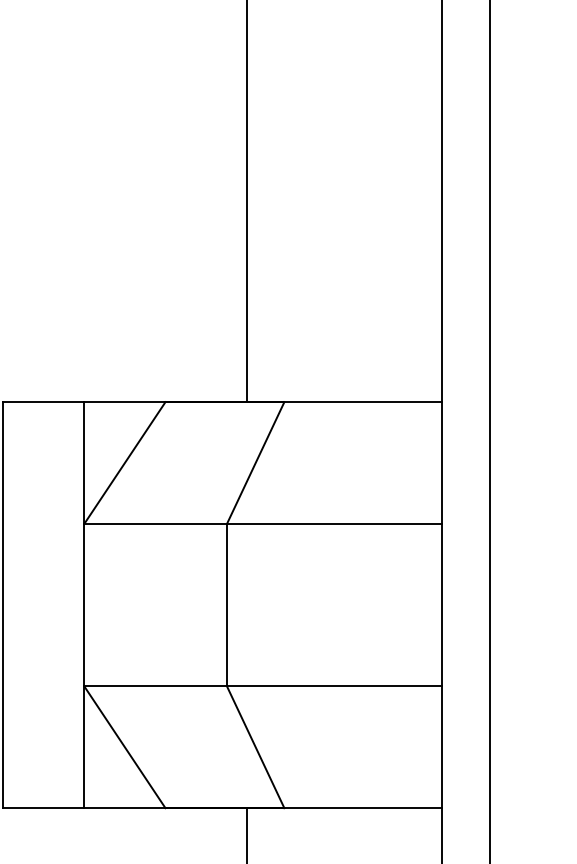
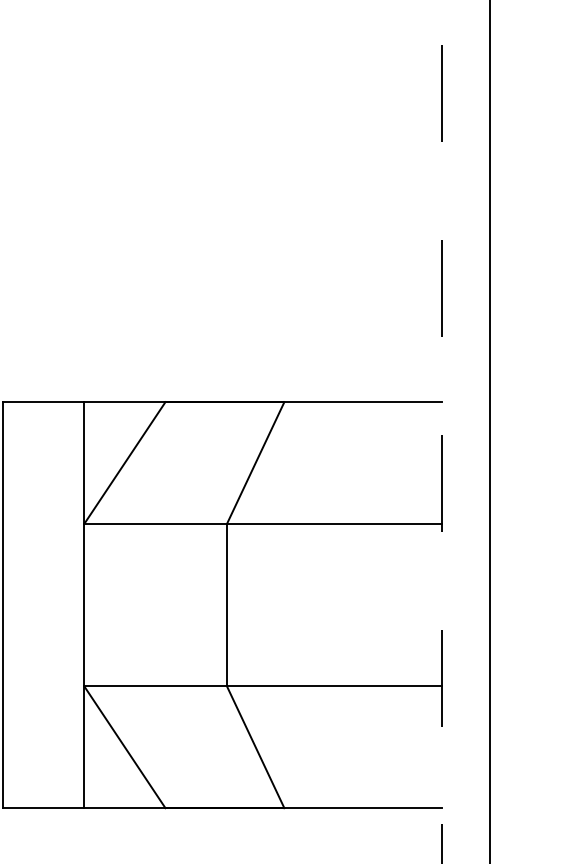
line at (246, 202): present -> none
line at (441, 431): solid -> dashed
line at (246, 834): present -> none
